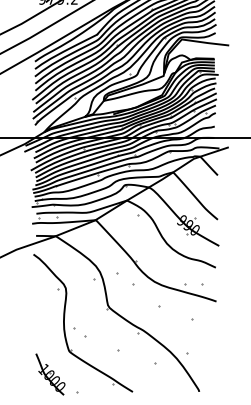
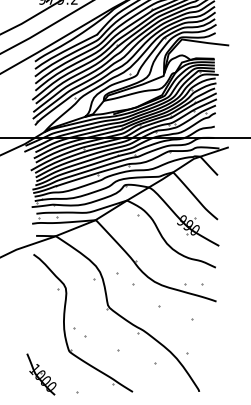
part at (50, 374) position: (50, 374) -> (41, 374)
